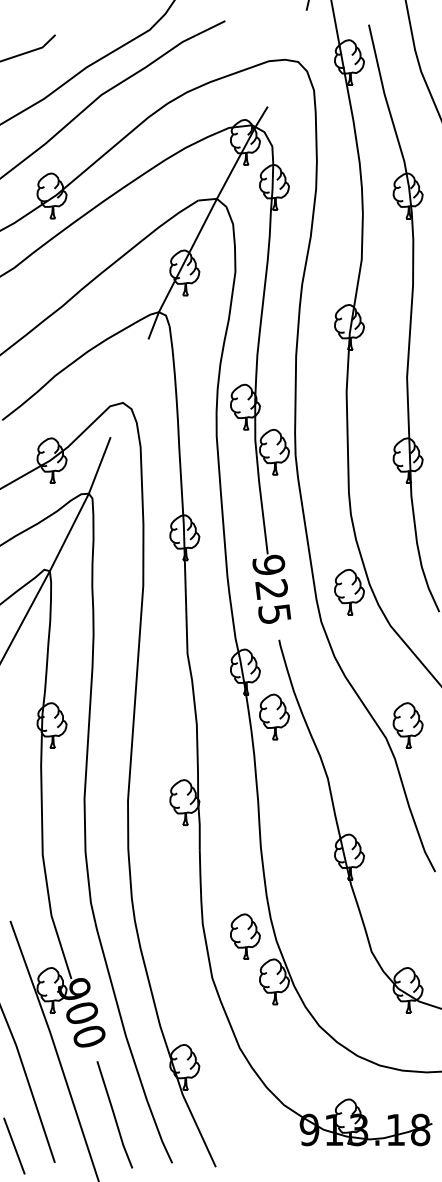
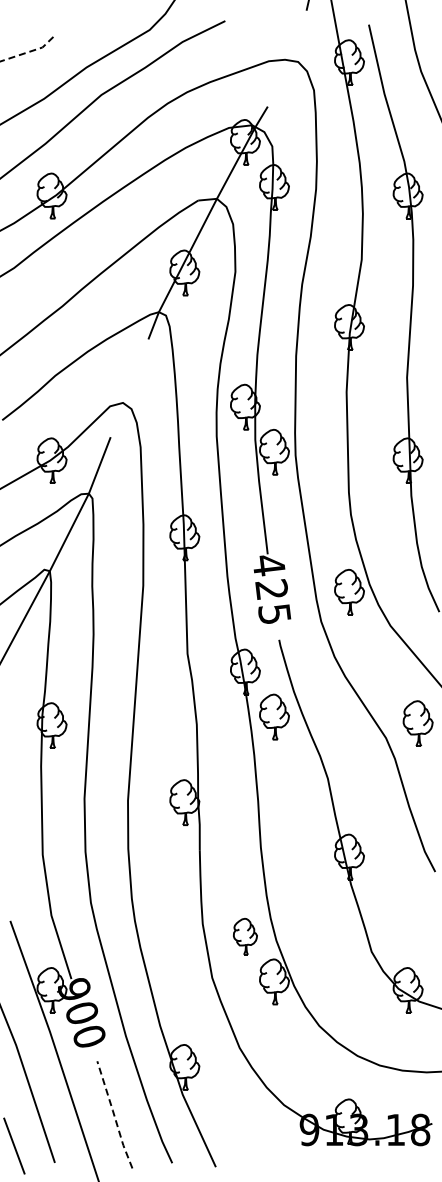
line at (31, 51): solid -> dashed
text at (268, 565): 925 -> 425
part at (407, 725) position: (407, 725) -> (417, 723)
part at (245, 936) size: 31x47 px -> 25x38 px
line at (114, 1114): solid -> dashed
